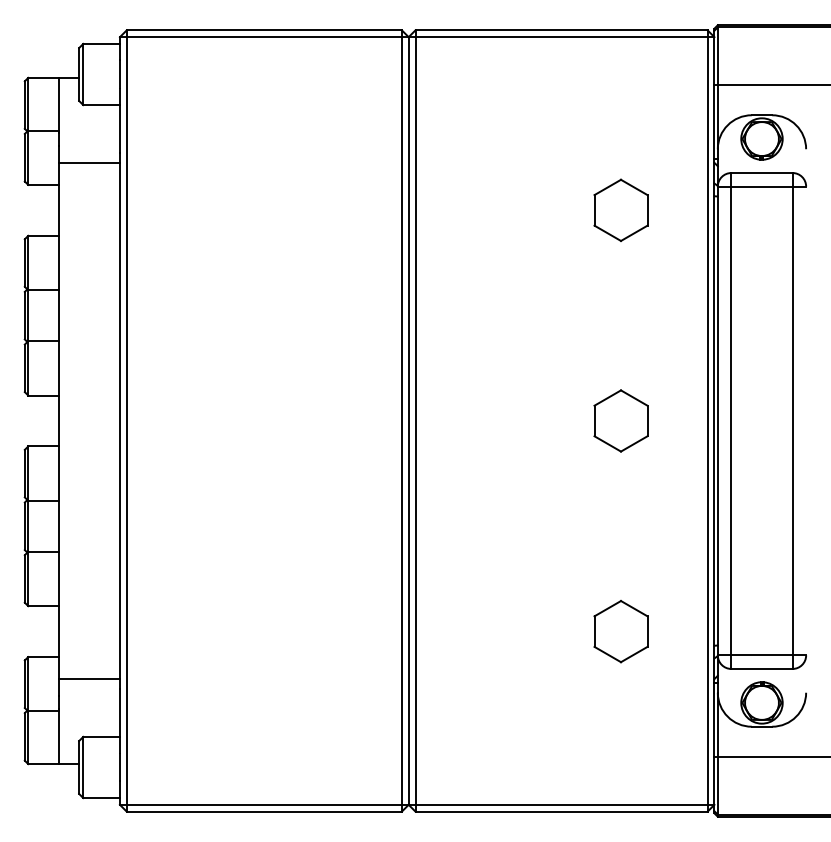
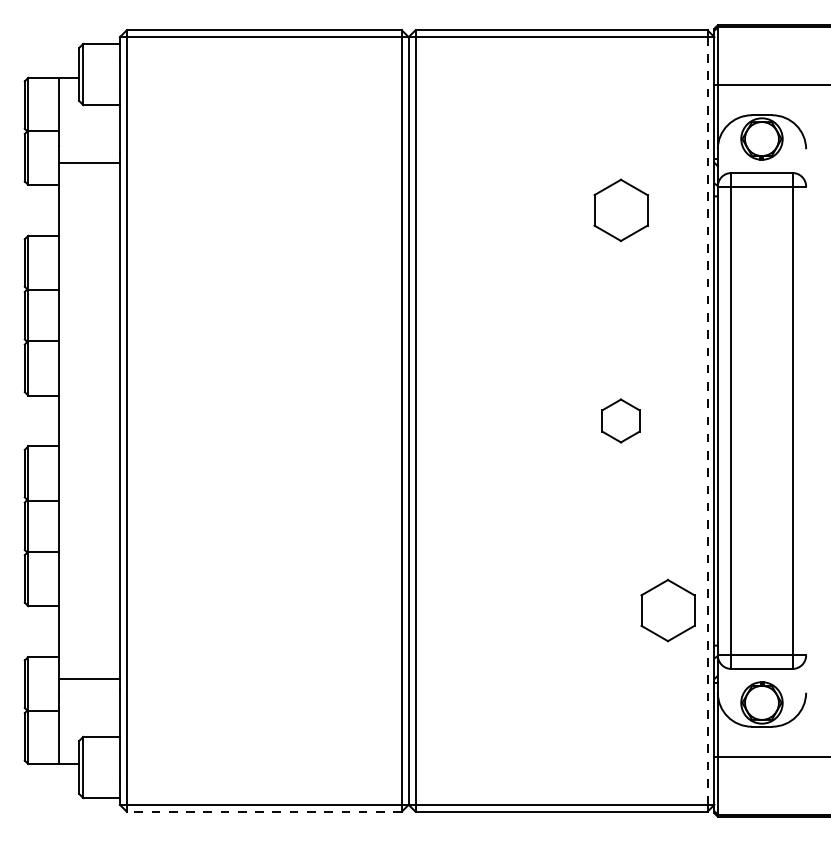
part at (620, 420) size: 56x64 px -> 40x46 px
line at (707, 421): solid -> dashed
part at (620, 631) position: (620, 631) -> (667, 610)
line at (264, 811): solid -> dashed
